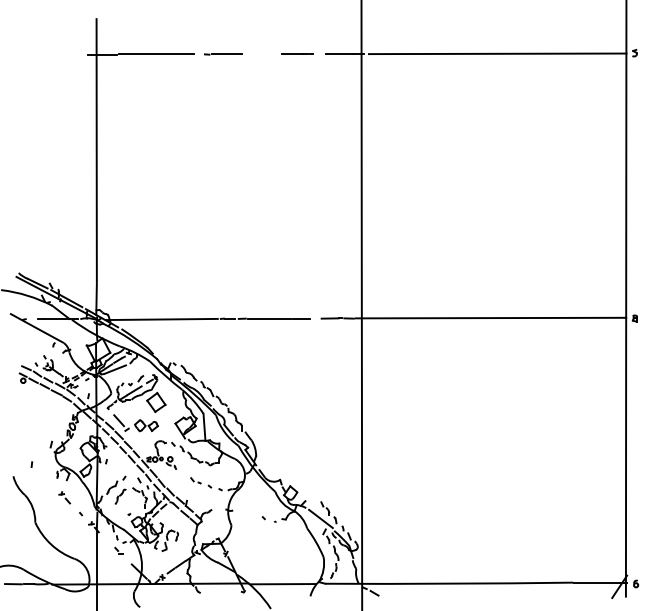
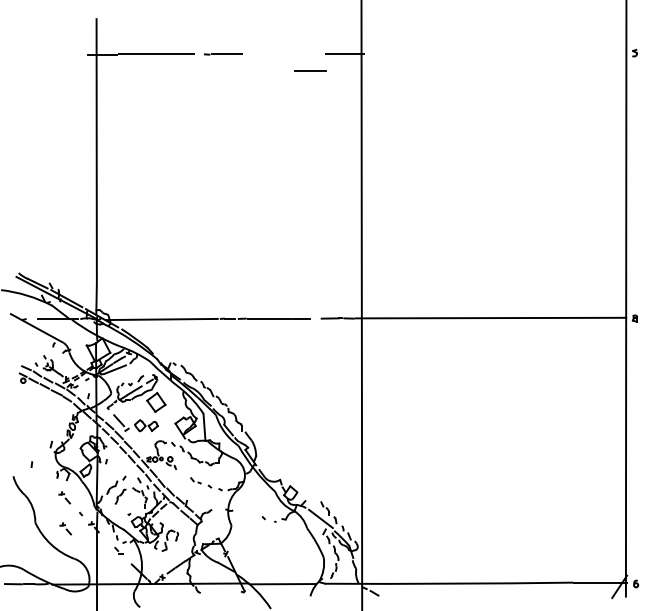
line at (297, 53) position: (297, 53) -> (310, 70)
line at (497, 53): present -> none
part at (65, 528): none -> present
